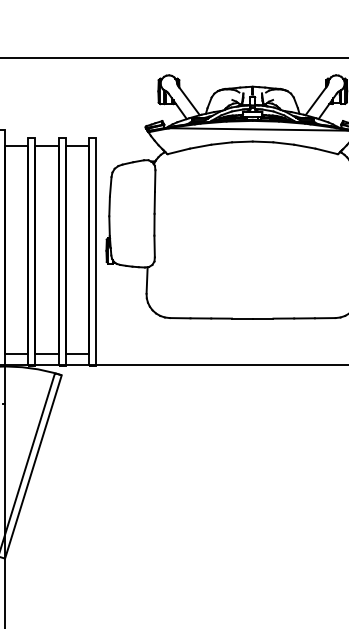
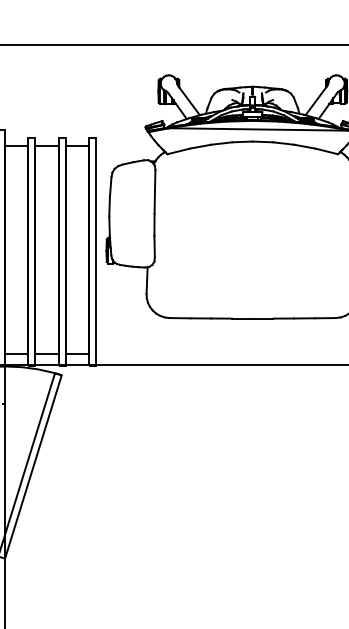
line at (173, 57) position: (173, 57) -> (173, 44)
